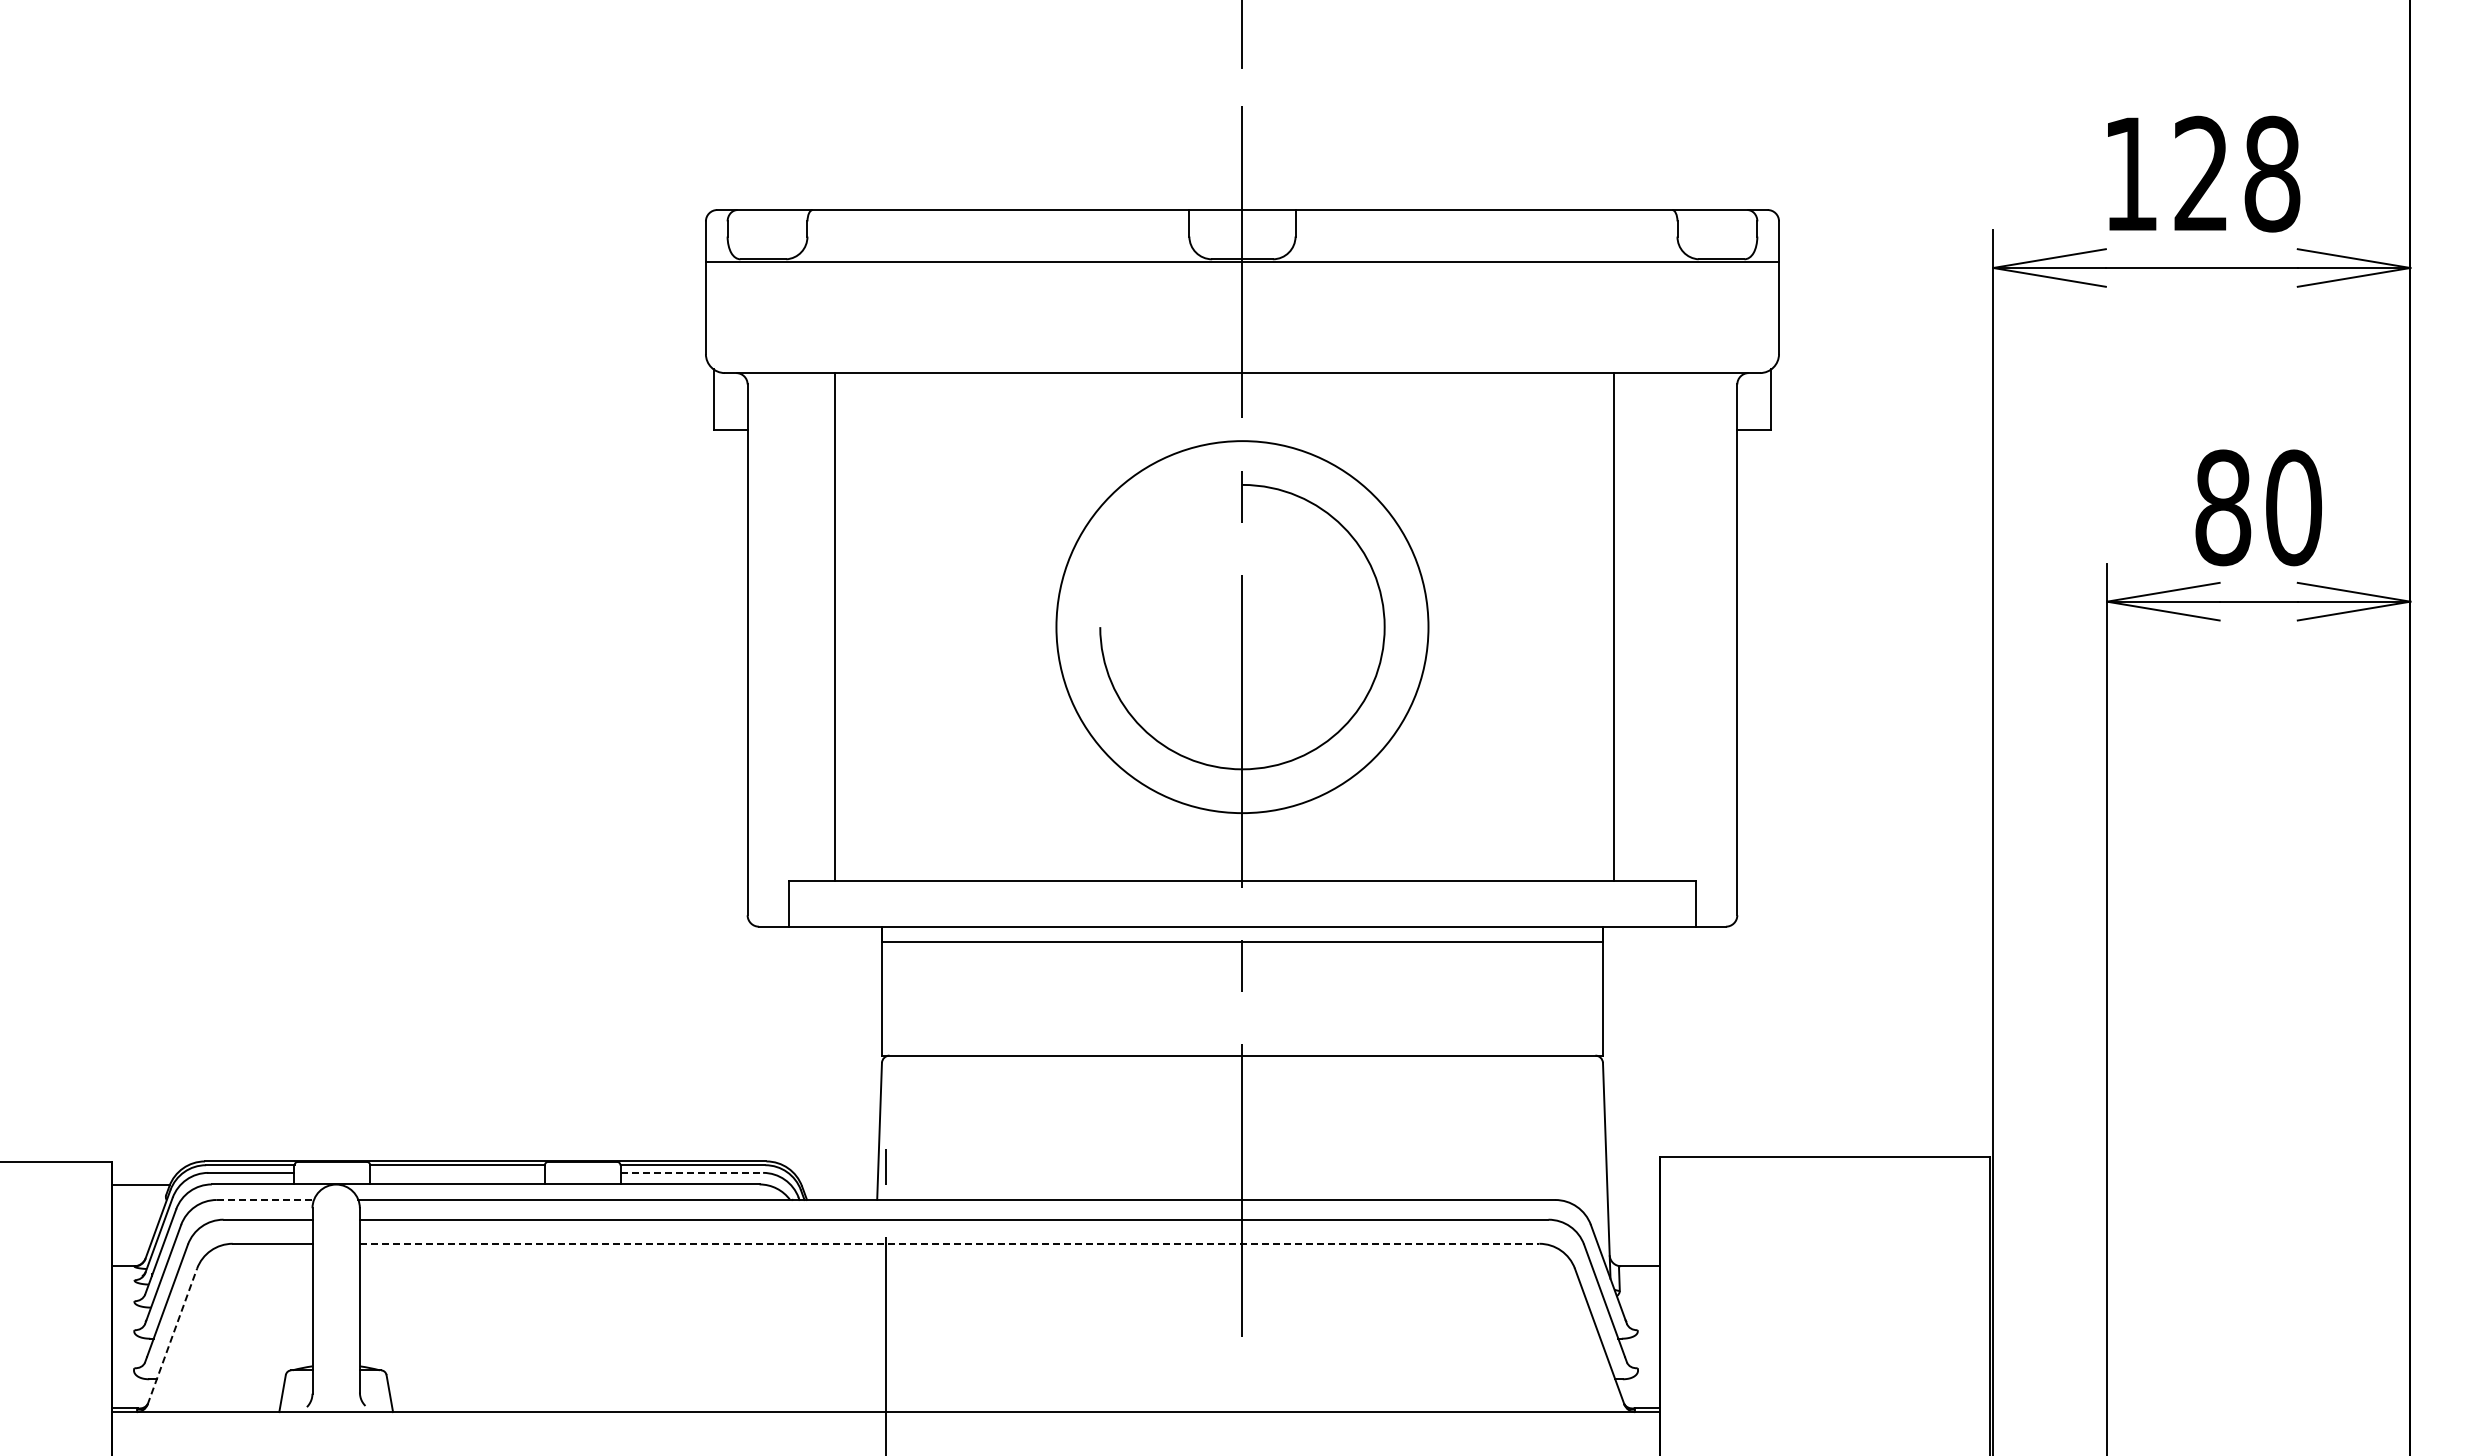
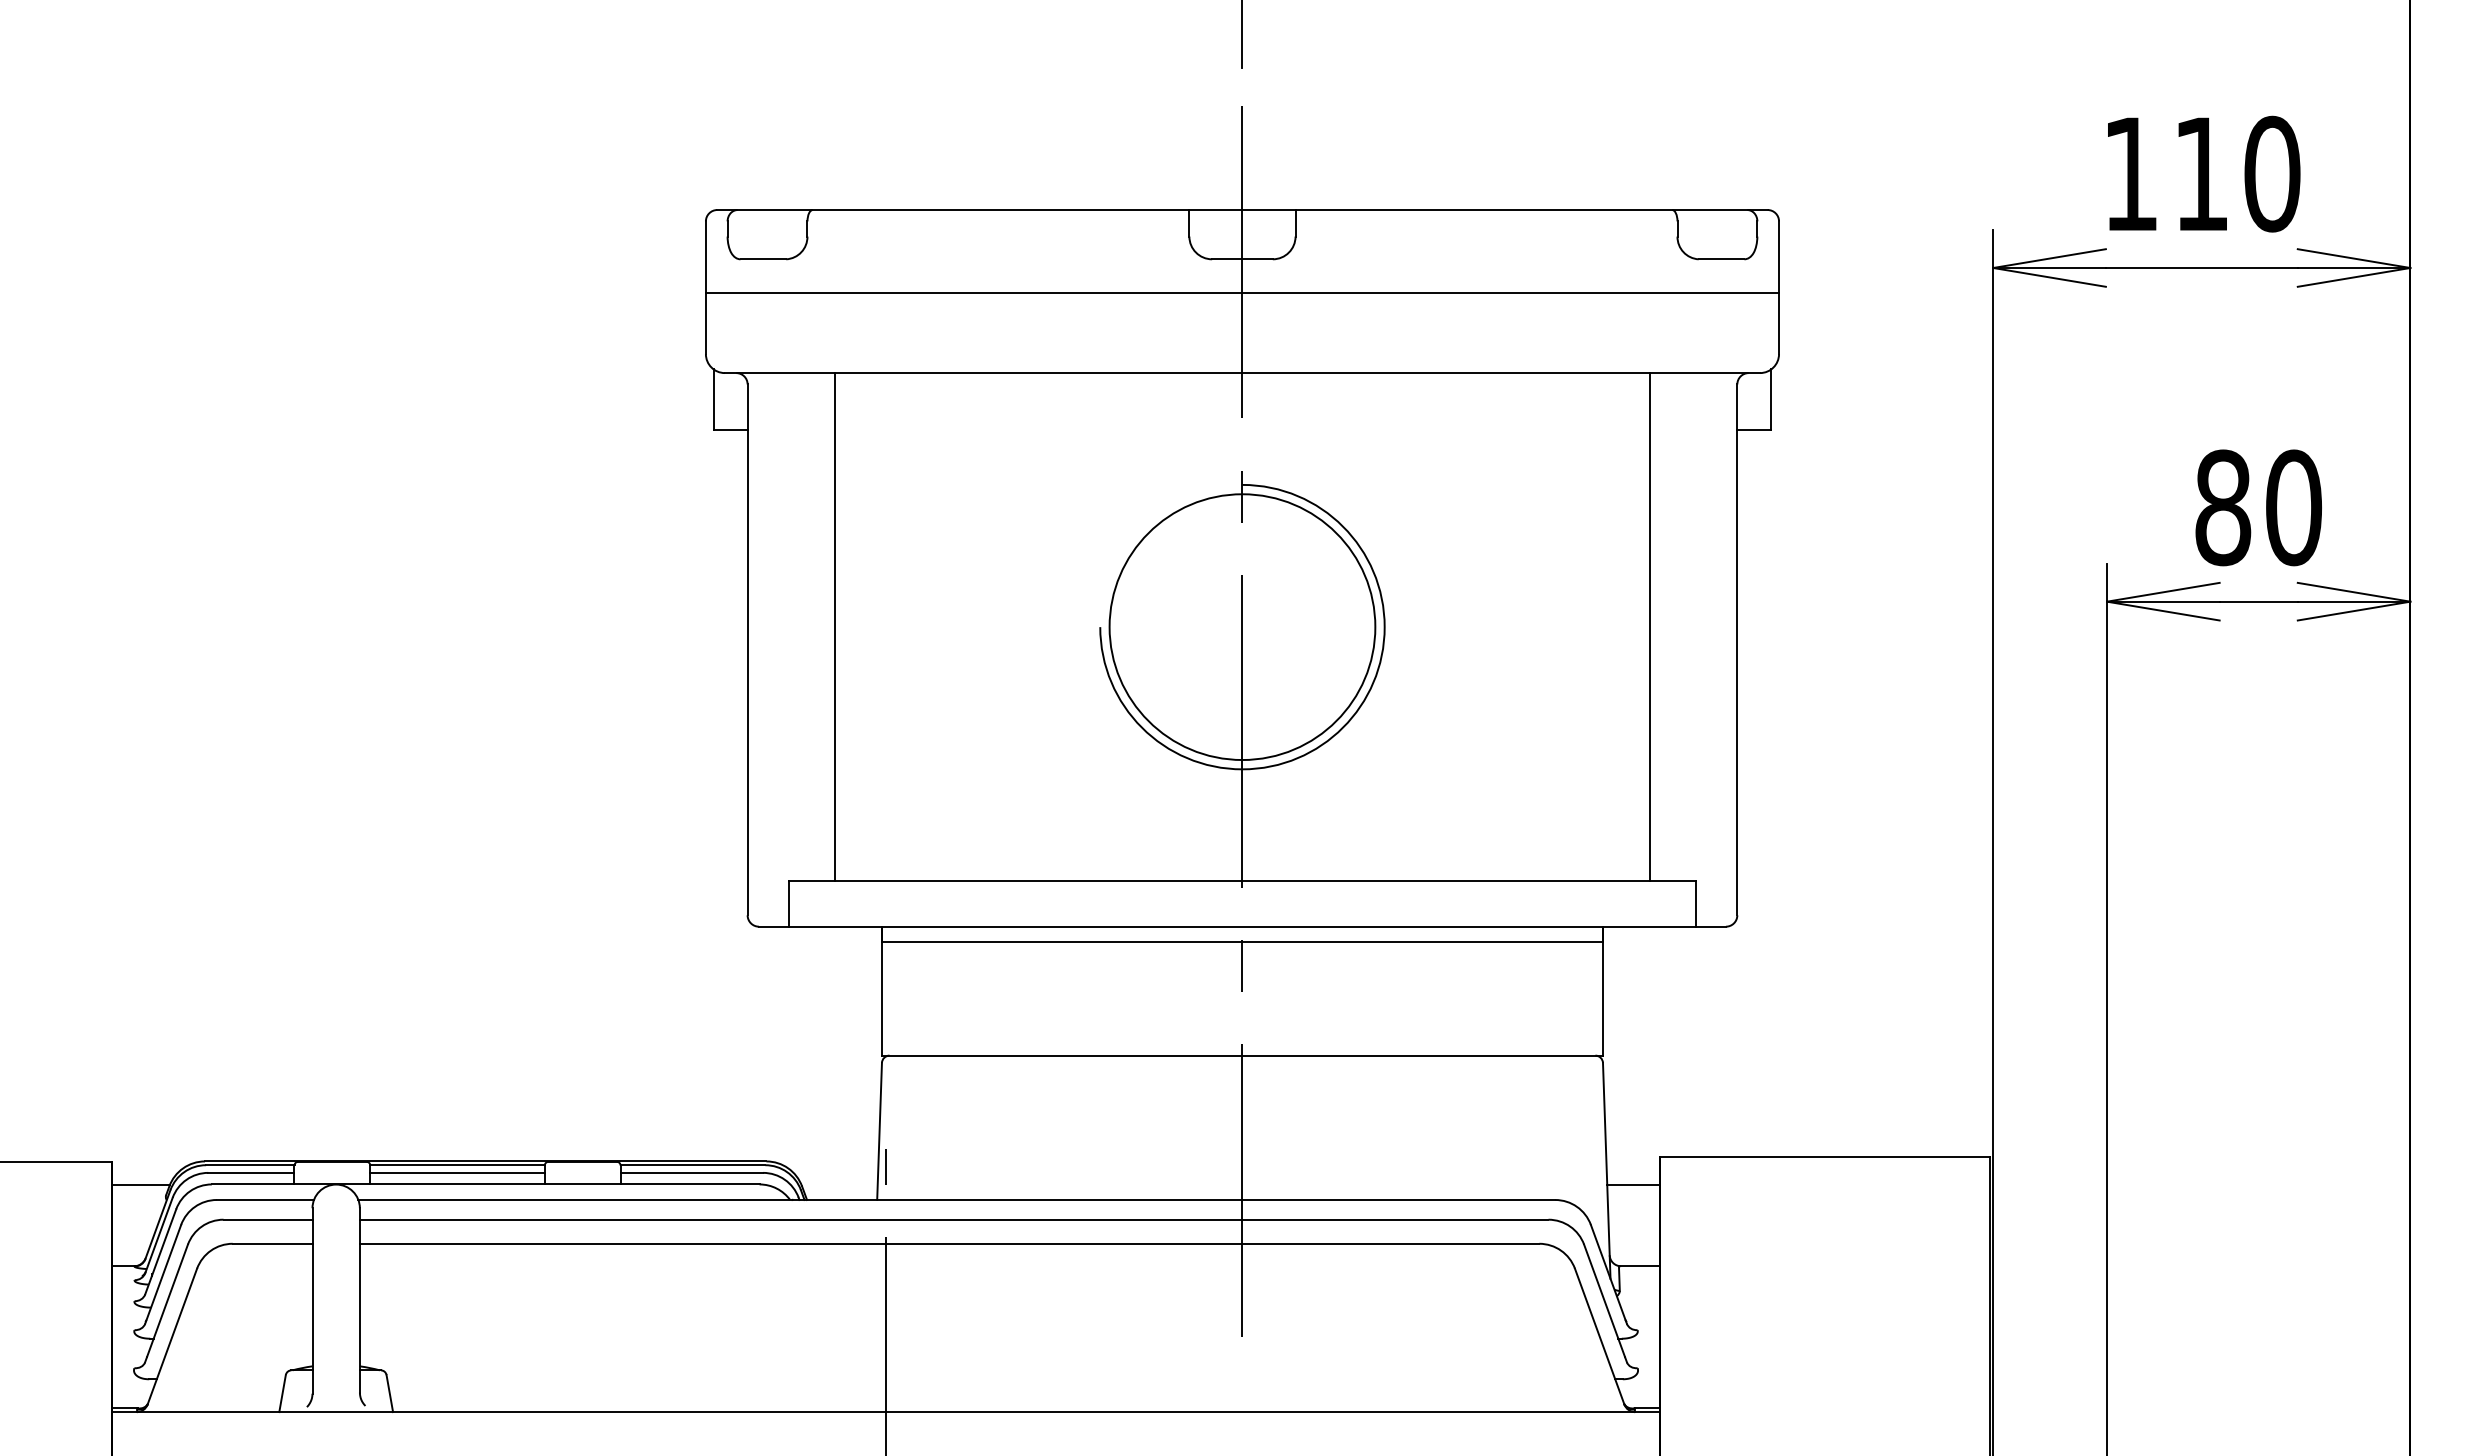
text at (2237, 173): 128 -> 110
line at (1242, 262) position: (1242, 262) -> (1242, 293)
circle at (1242, 627) diameter: 372 px -> 266 px
line at (1613, 627) position: (1613, 627) -> (1649, 627)
line at (457, 1172): none -> present
line at (692, 1172): dashed -> solid
line at (1633, 1184): none -> present
line at (265, 1199): dashed -> solid
line at (949, 1243): dashed -> solid
line at (172, 1336): dashed -> solid
